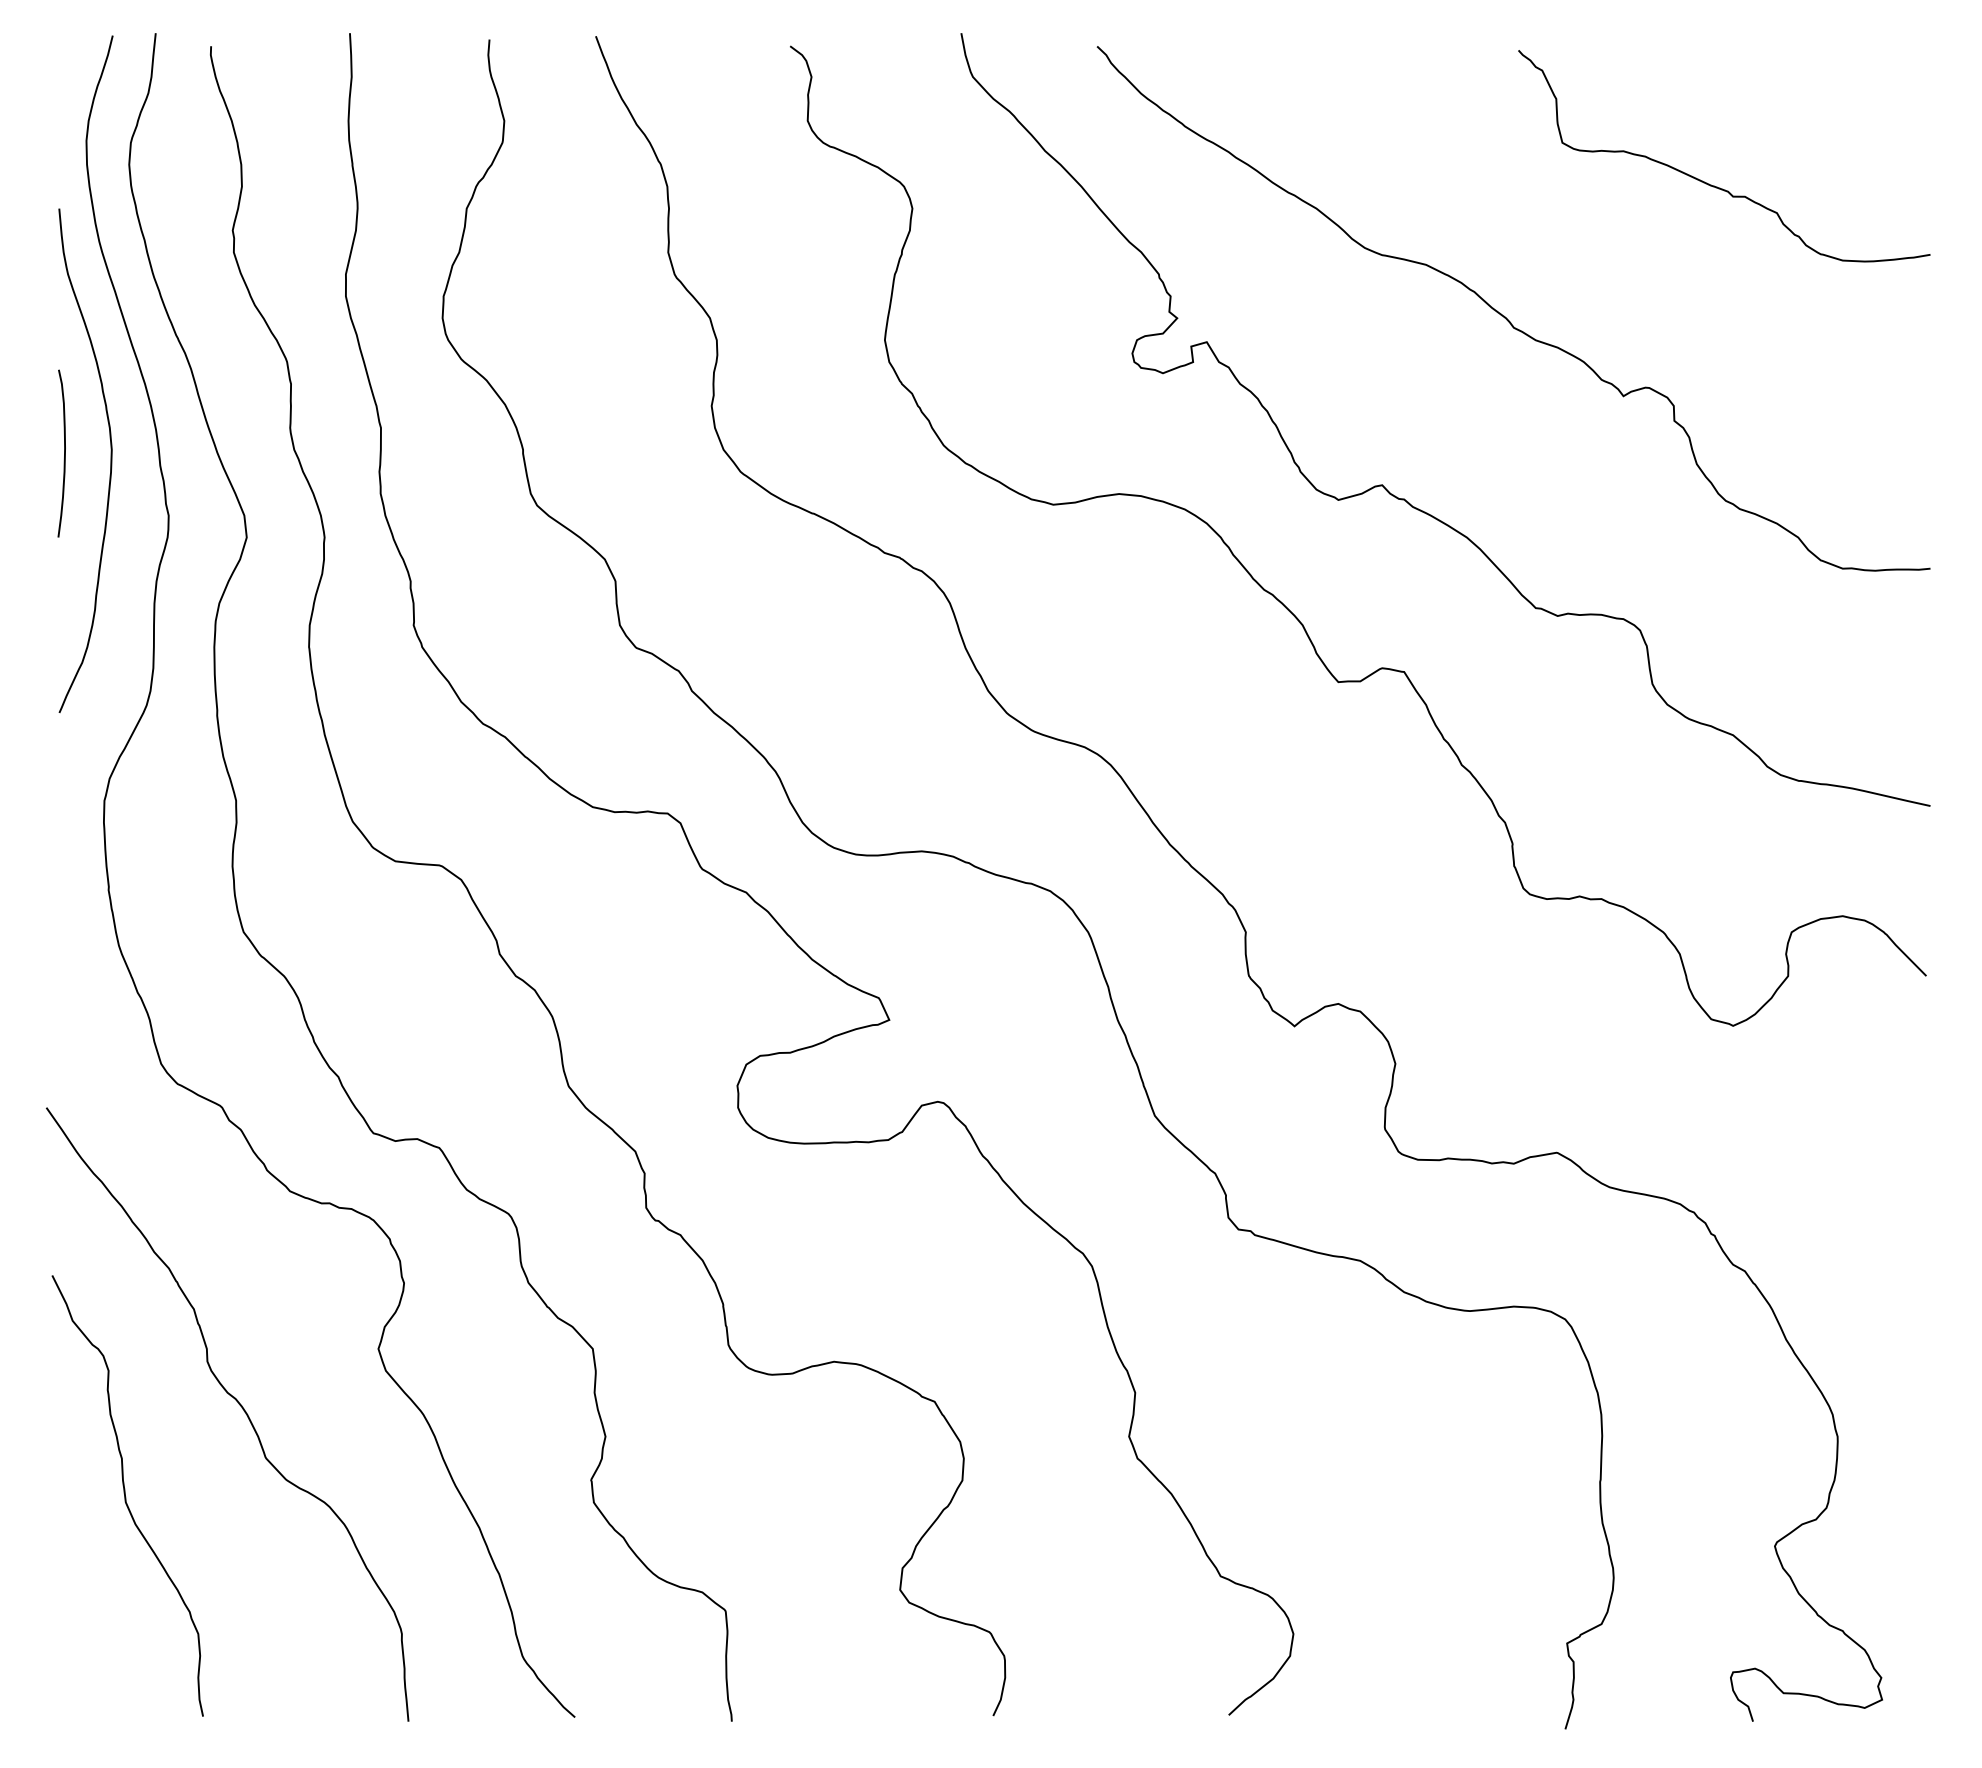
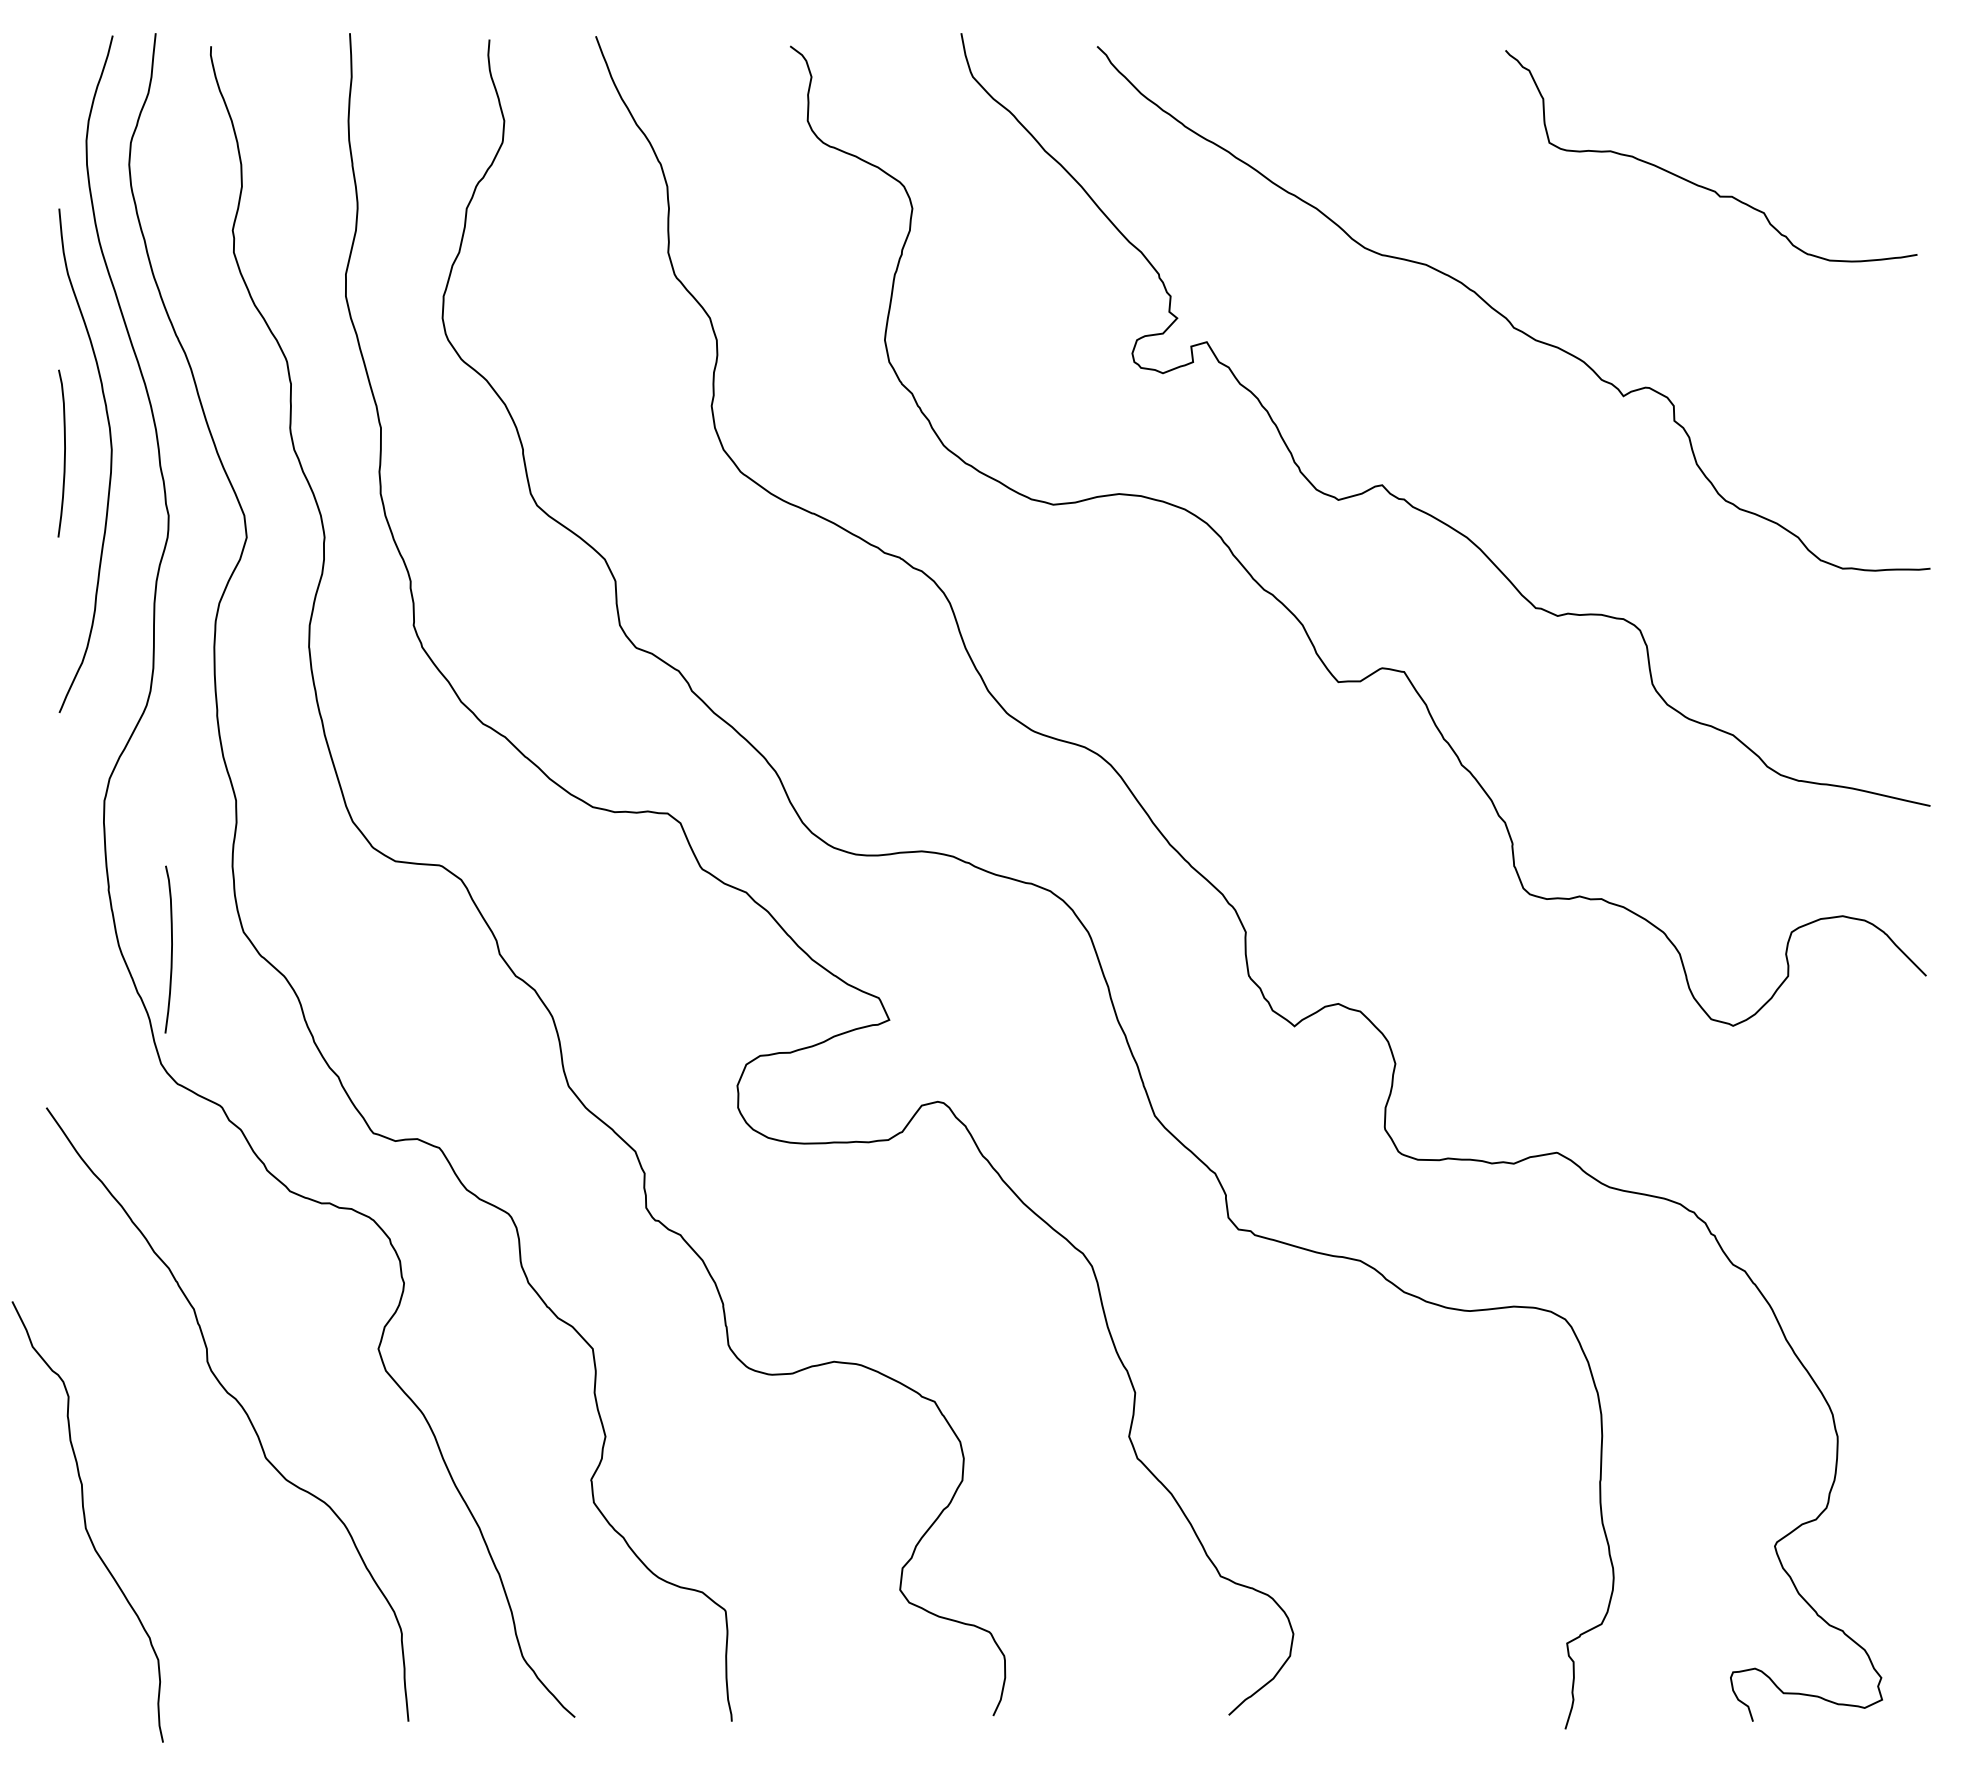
curve at (1714, 185) position: (1714, 185) -> (1701, 185)
curve at (171, 949): none -> present
curve at (125, 1495) position: (125, 1495) -> (85, 1521)
